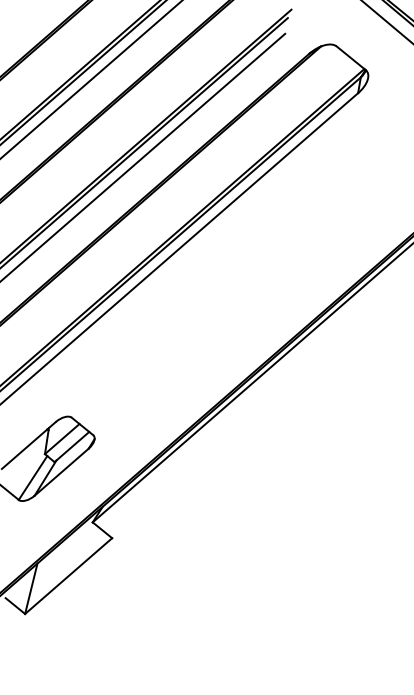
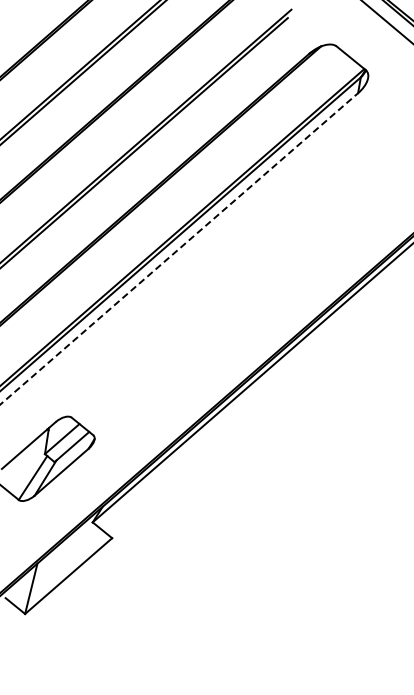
line at (91, 79): present -> none
line at (143, 156): present -> none
line at (179, 248): solid -> dashed
